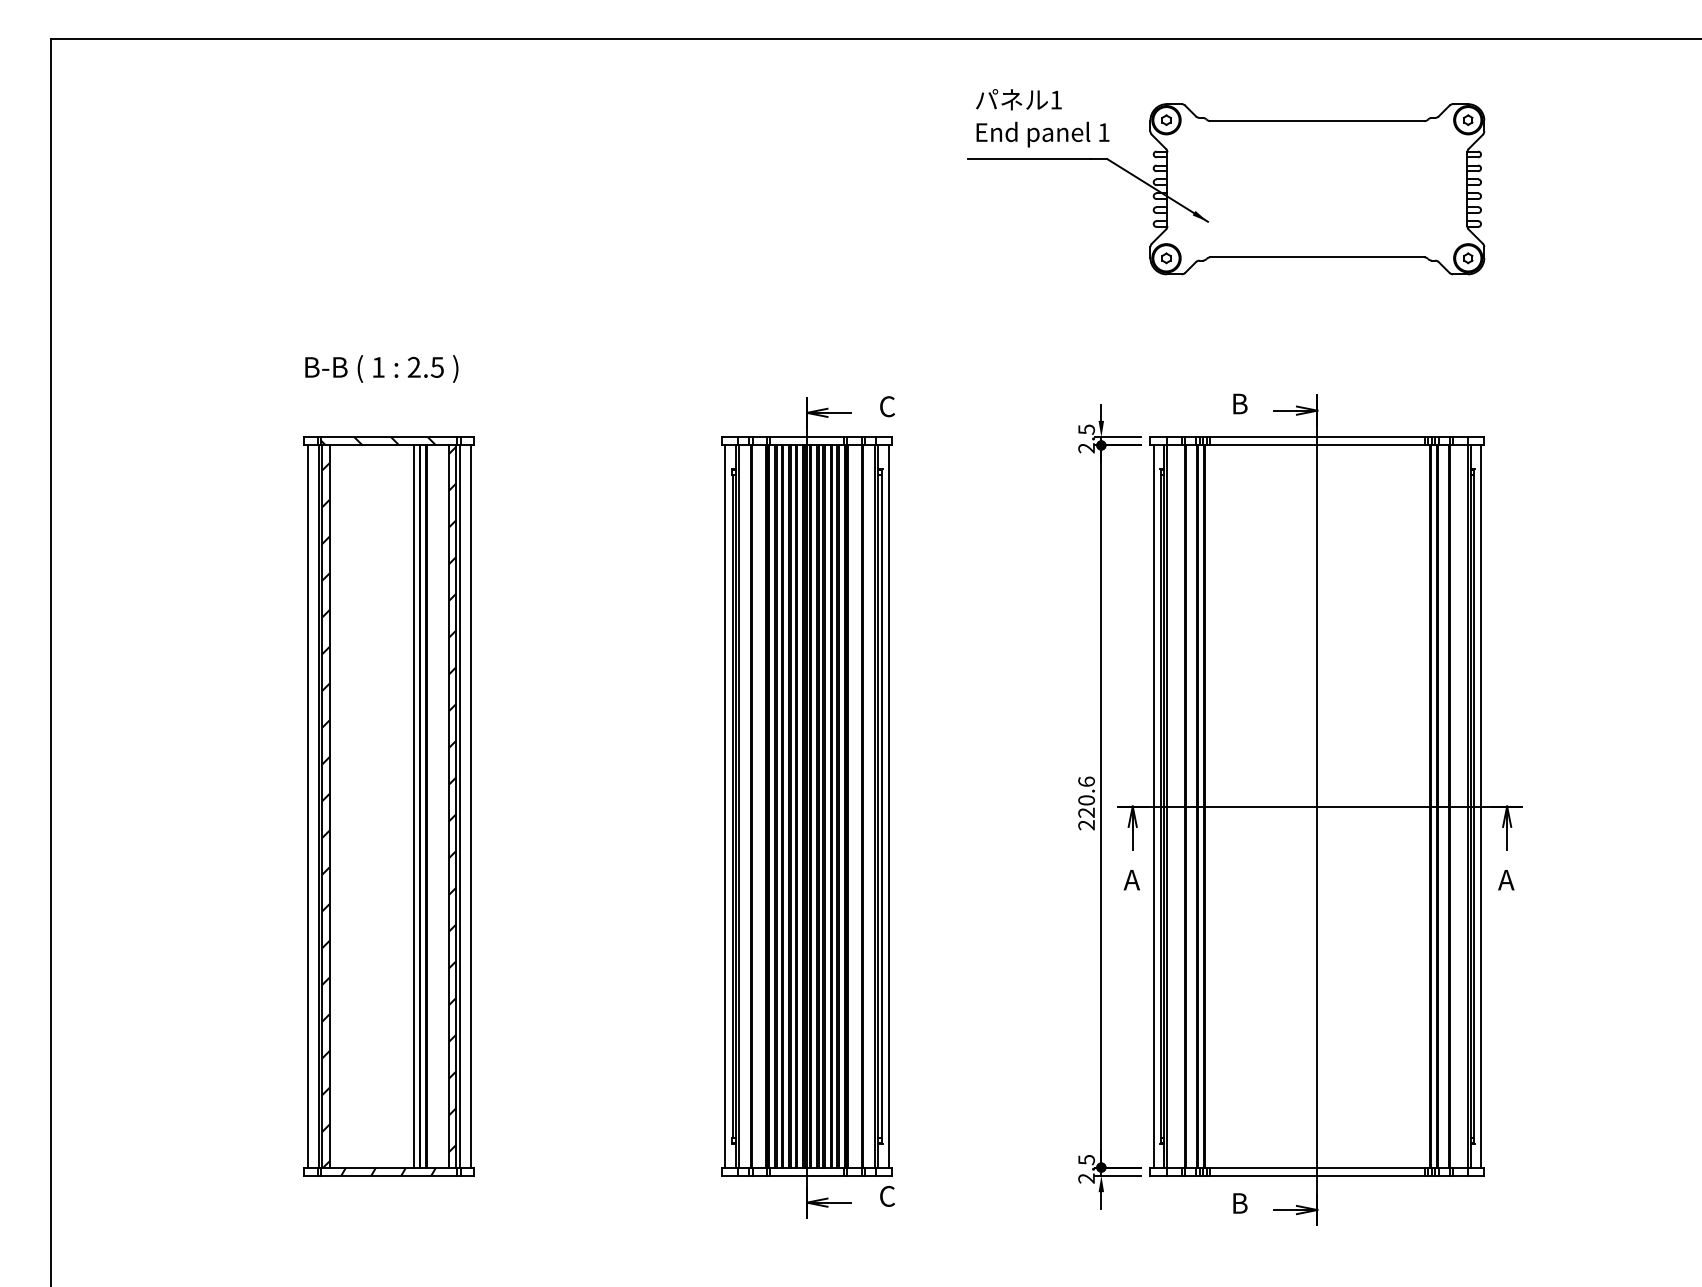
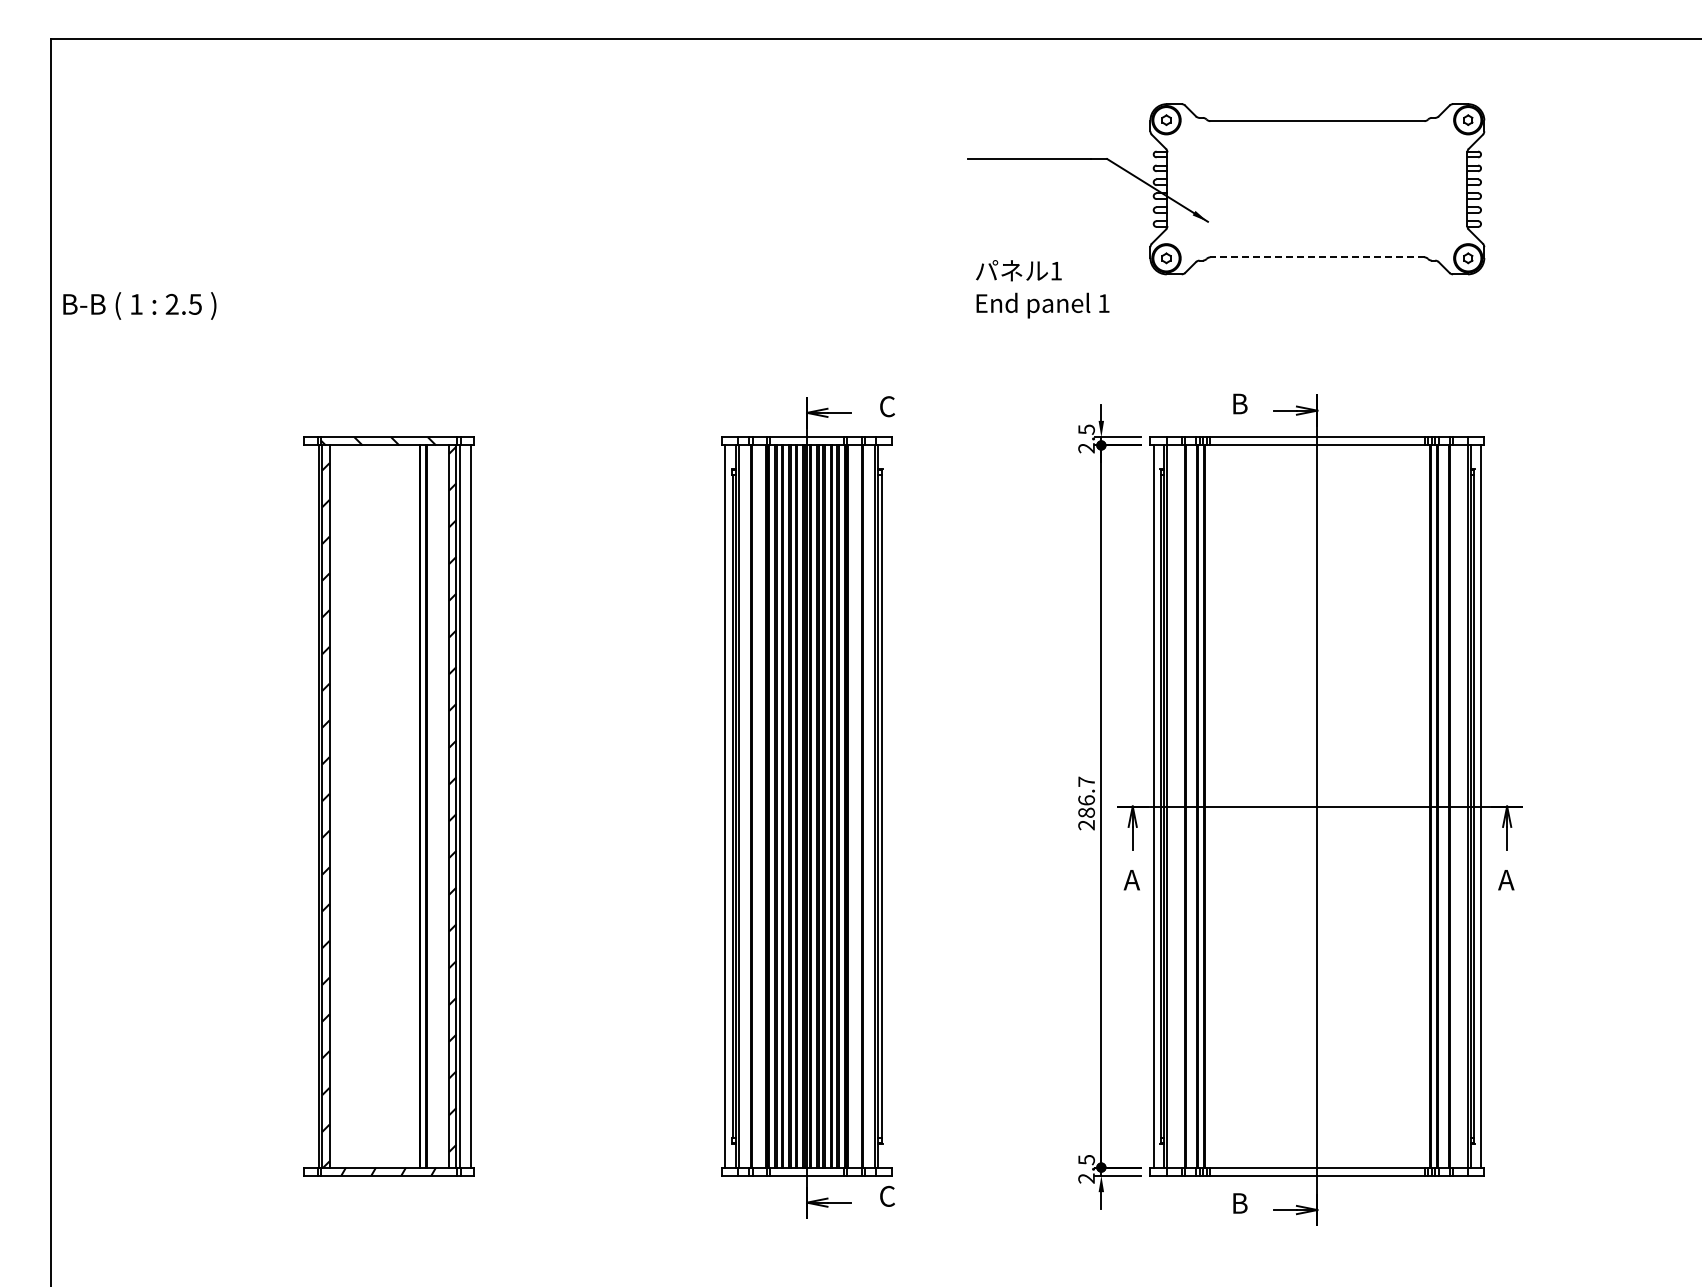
text at (1042, 118) position: (1042, 118) -> (1042, 289)
line at (1316, 257): solid -> dashed
text at (381, 368) position: (381, 368) -> (139, 305)
text at (1086, 796): 220.6 -> 286.7
line at (307, 806): present -> none
line at (414, 806): present -> none
line at (888, 806): present -> none
